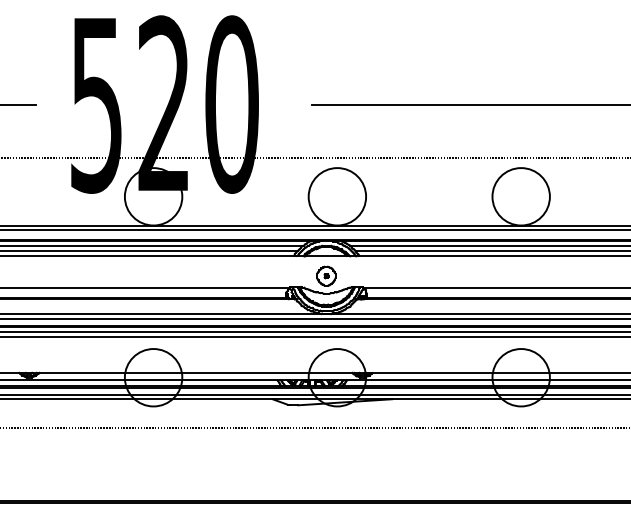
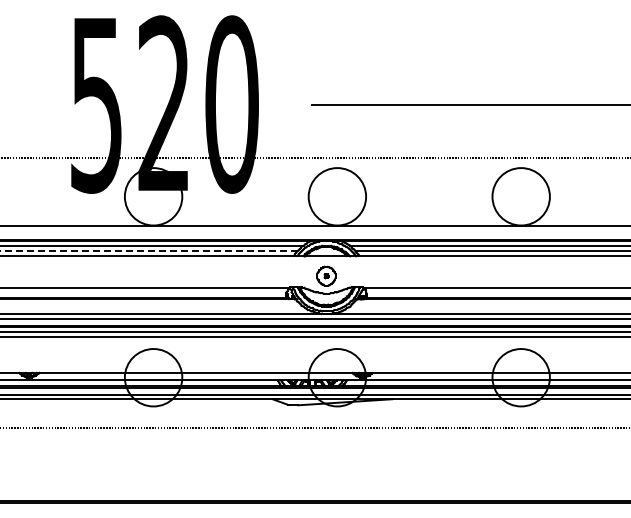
line at (19, 104): present -> none
line at (314, 229): present -> none
line at (148, 251): solid -> dashed
